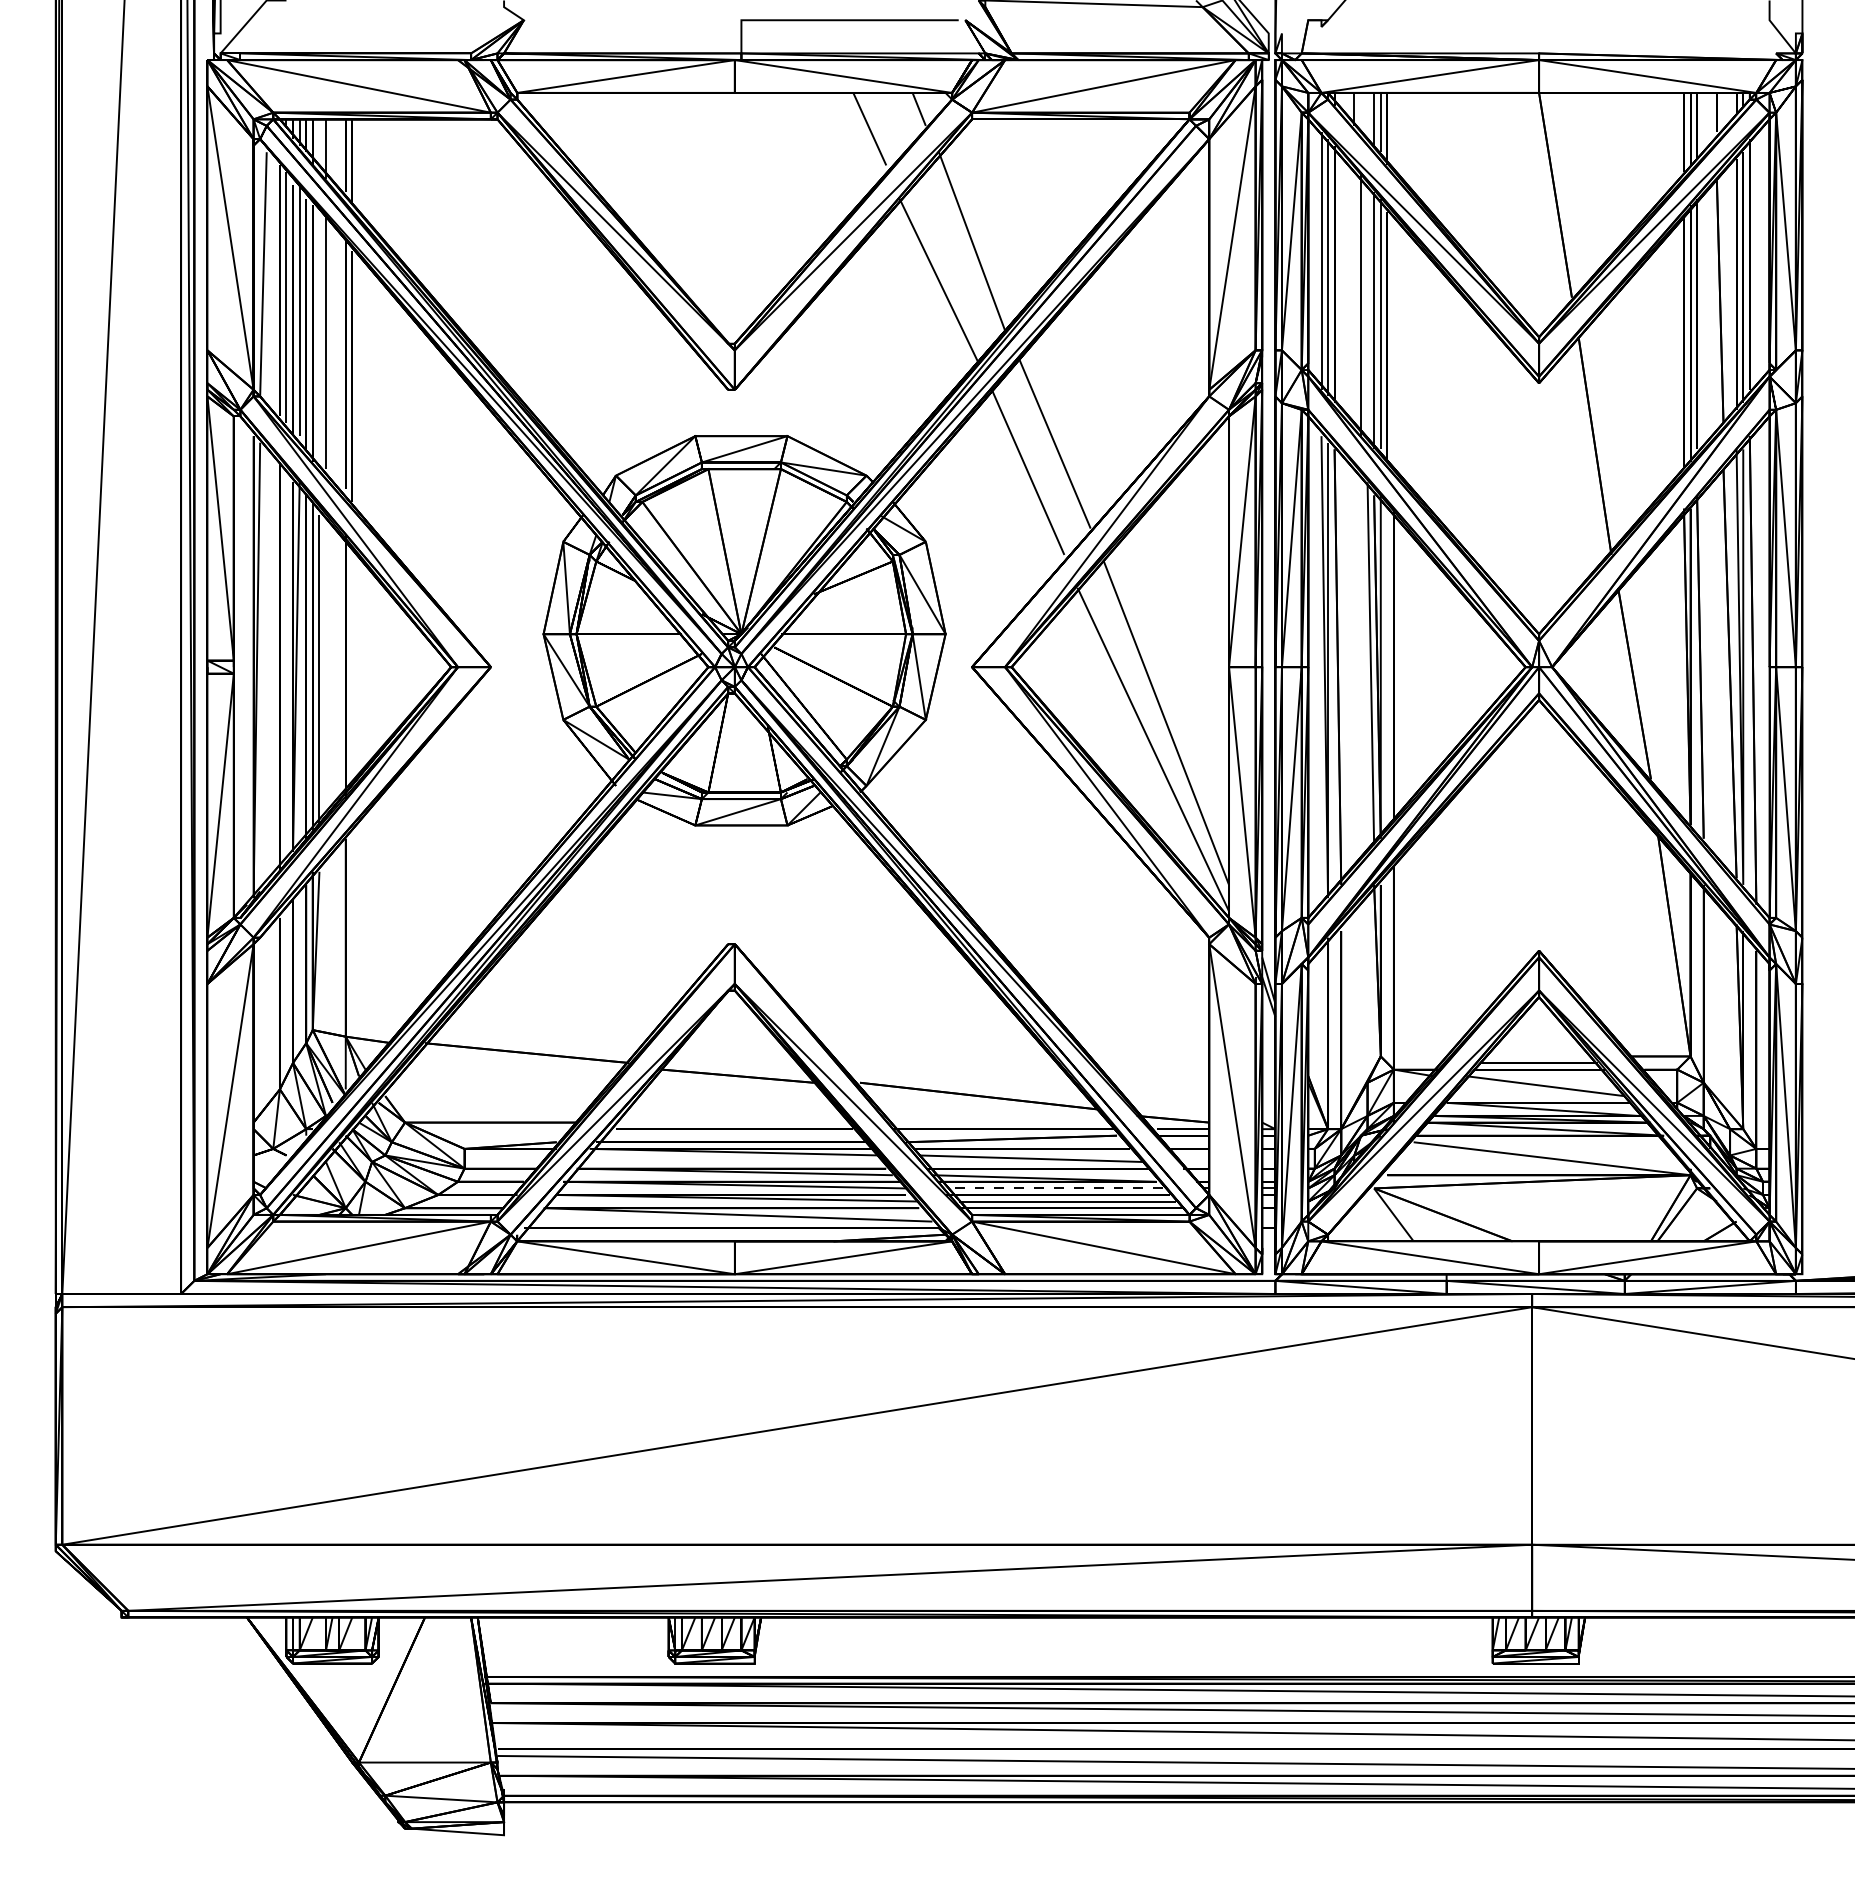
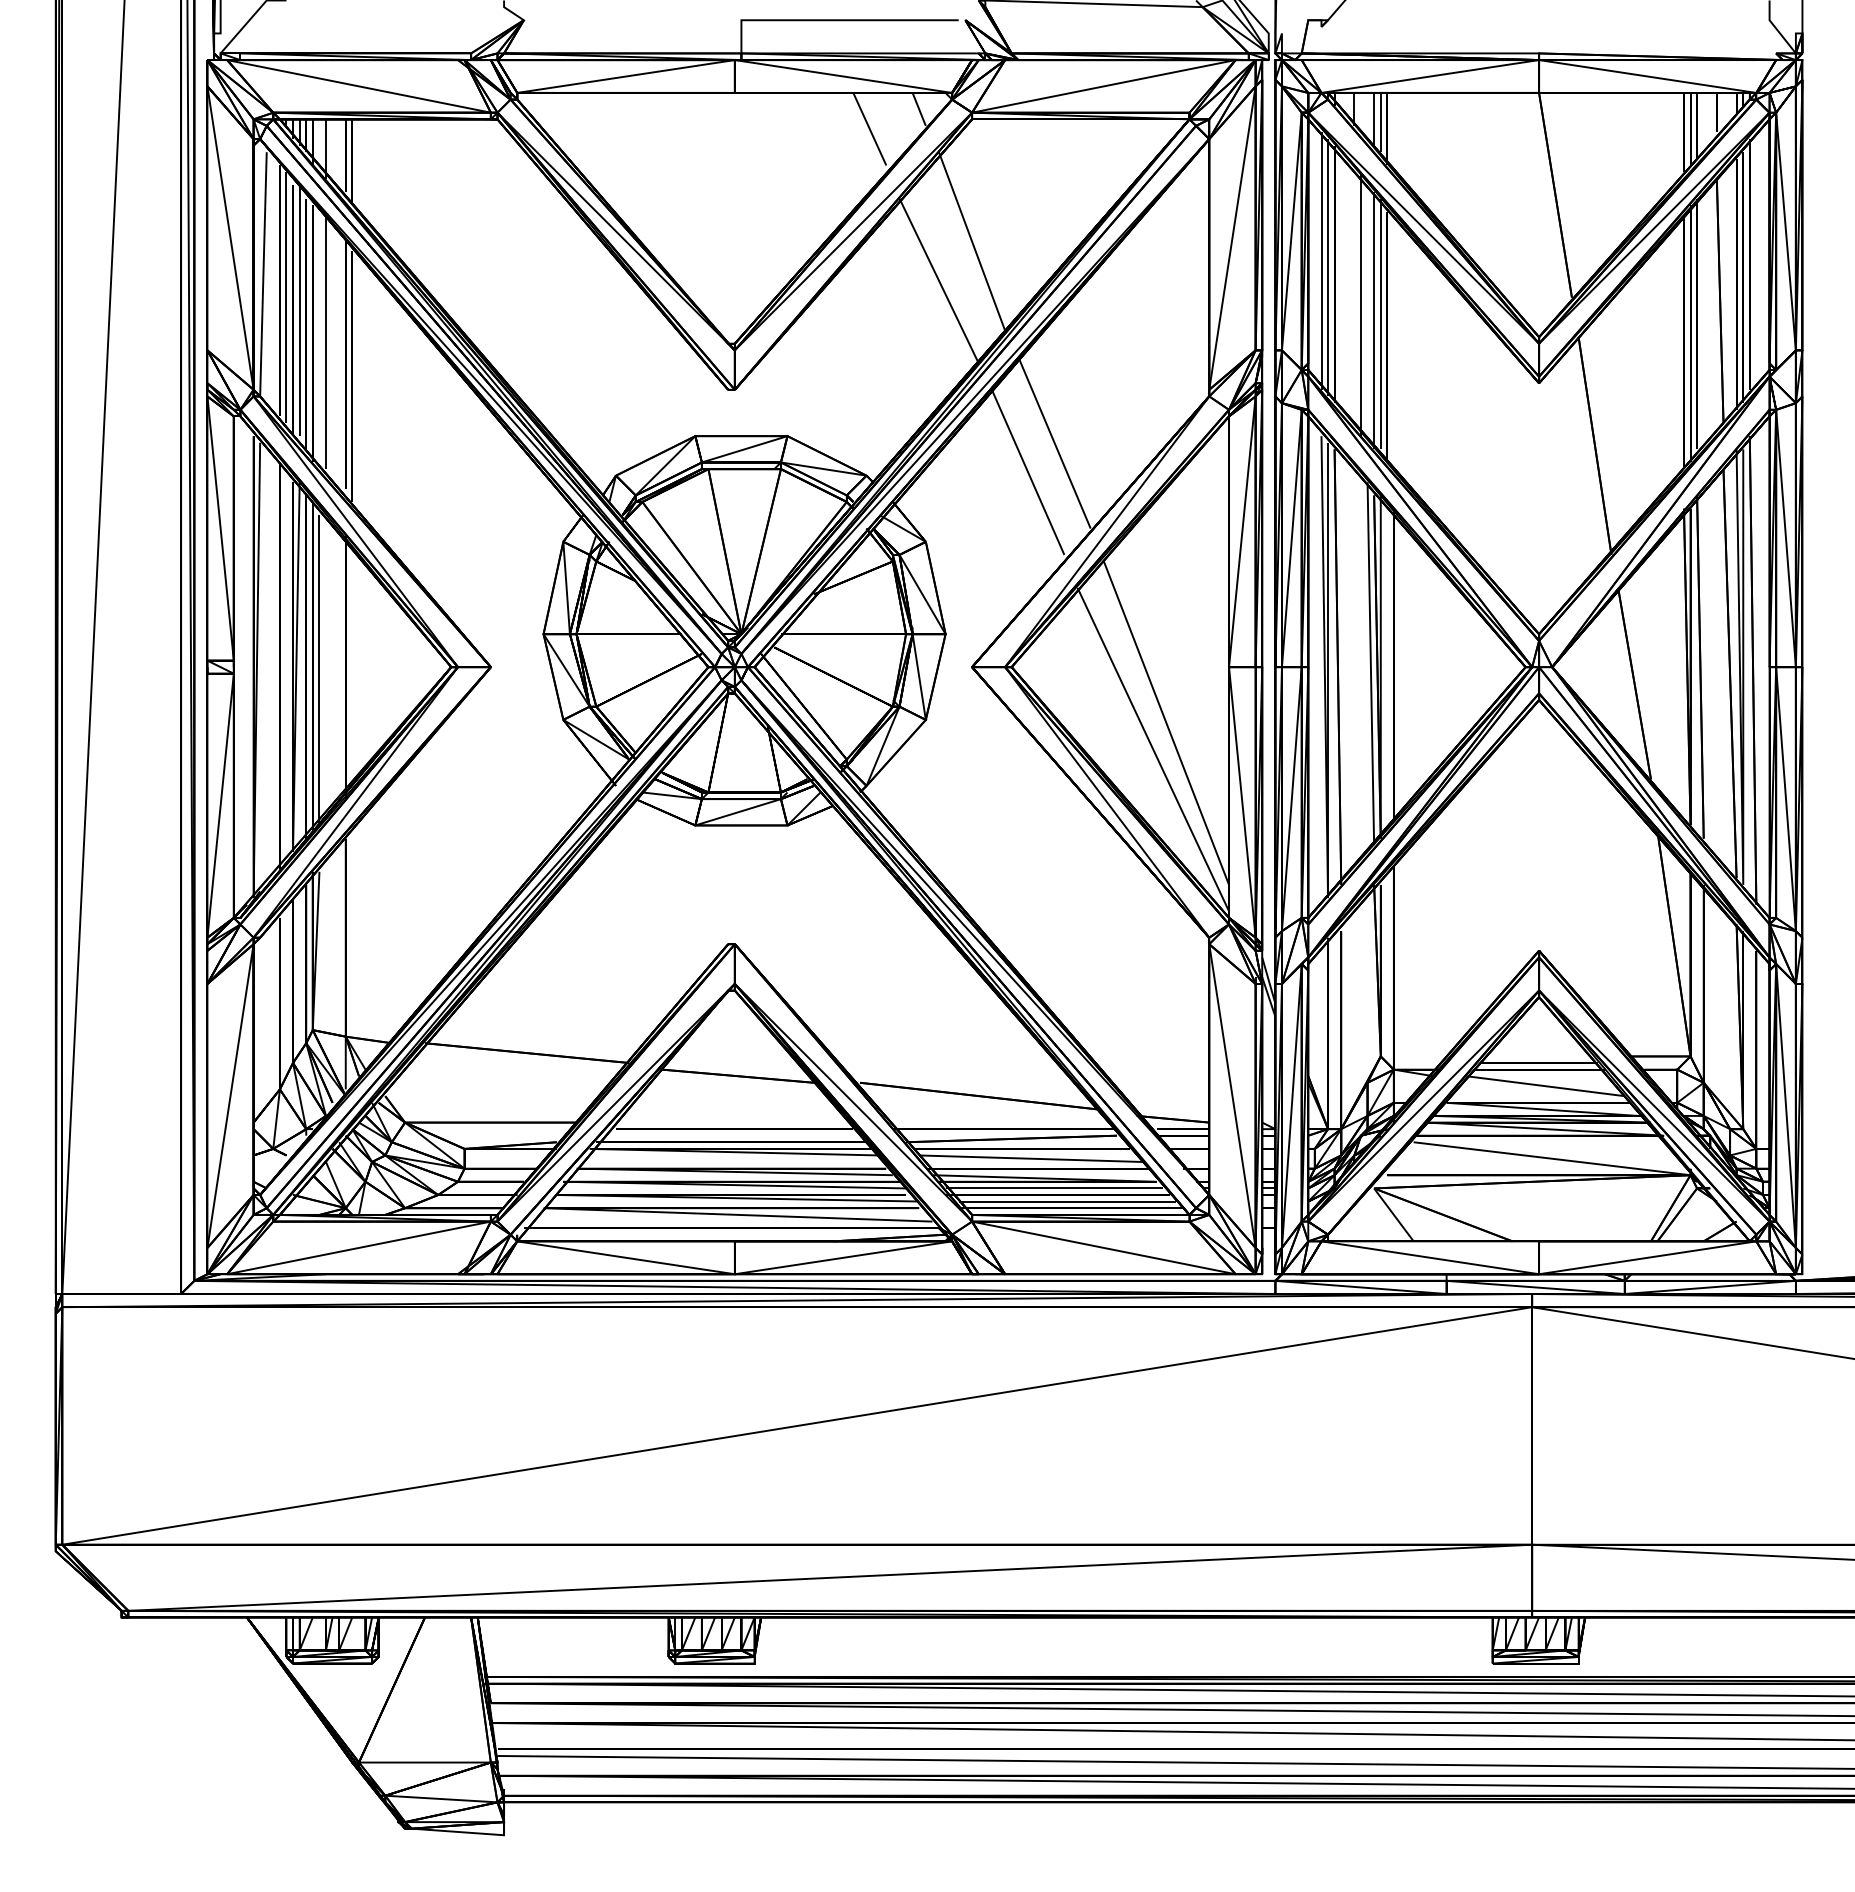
line at (1054, 1188): dashed -> solid
